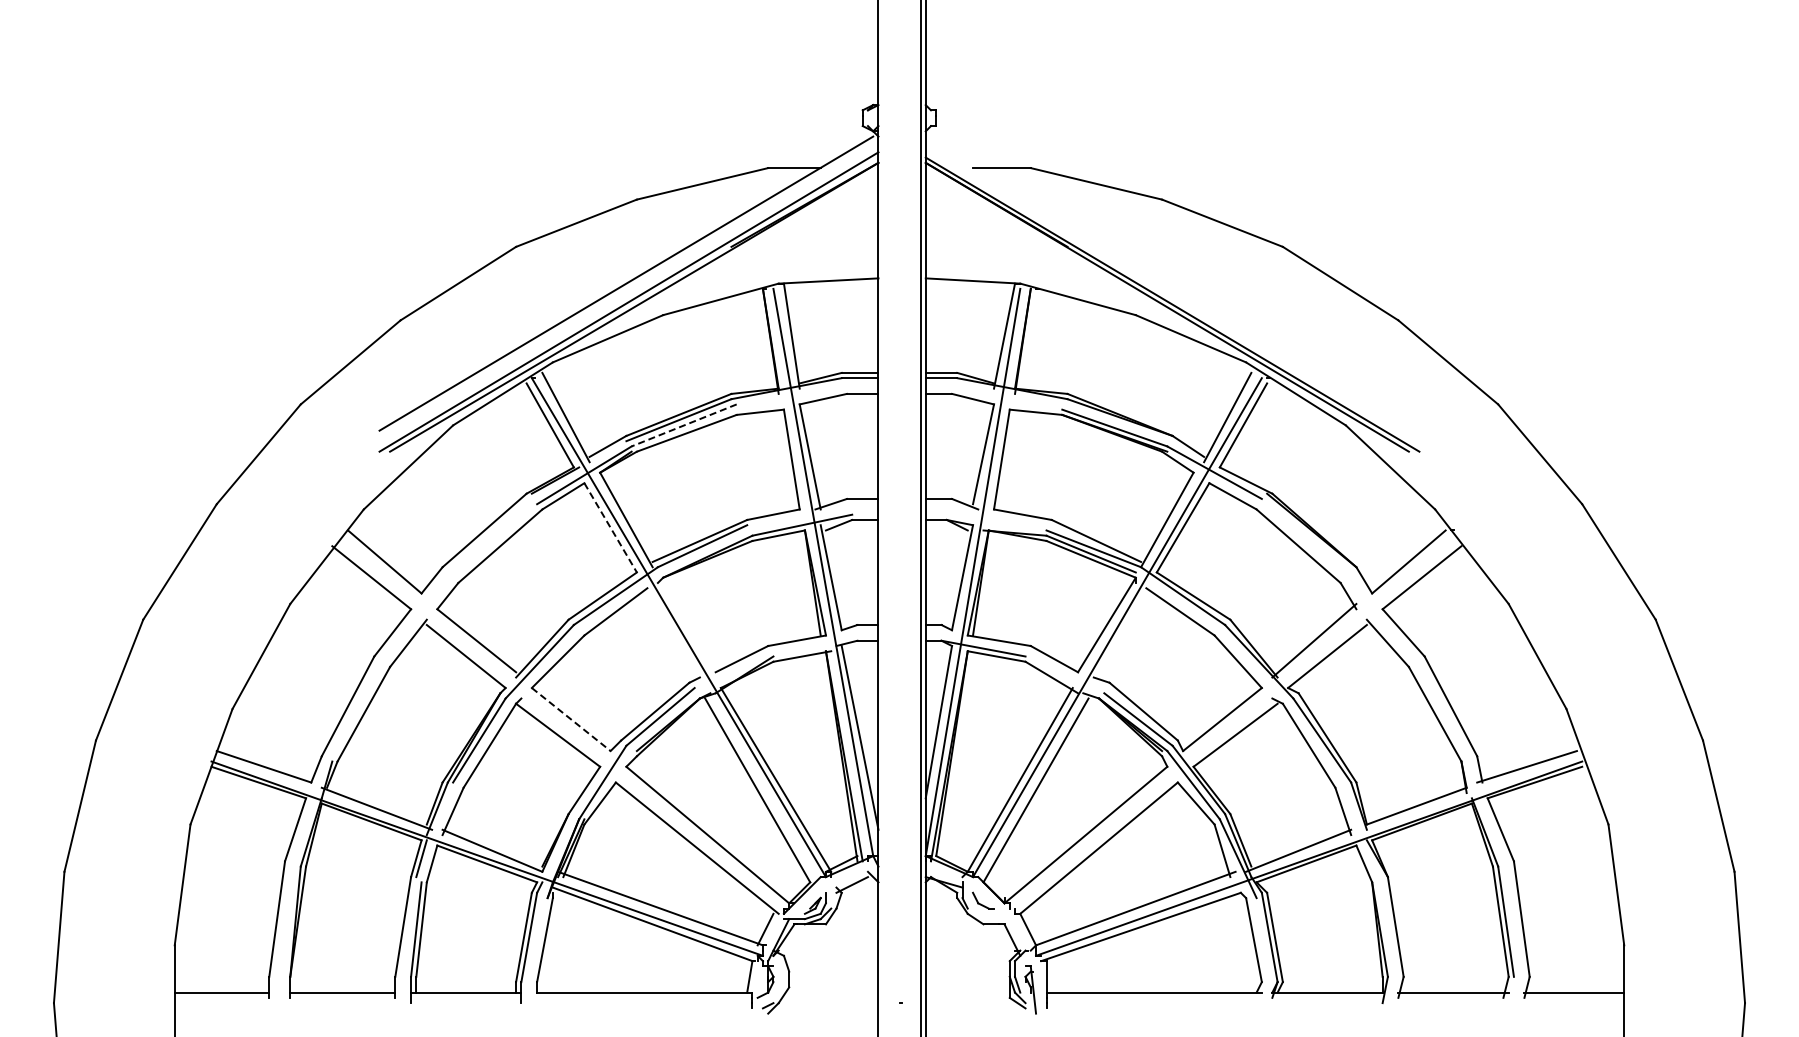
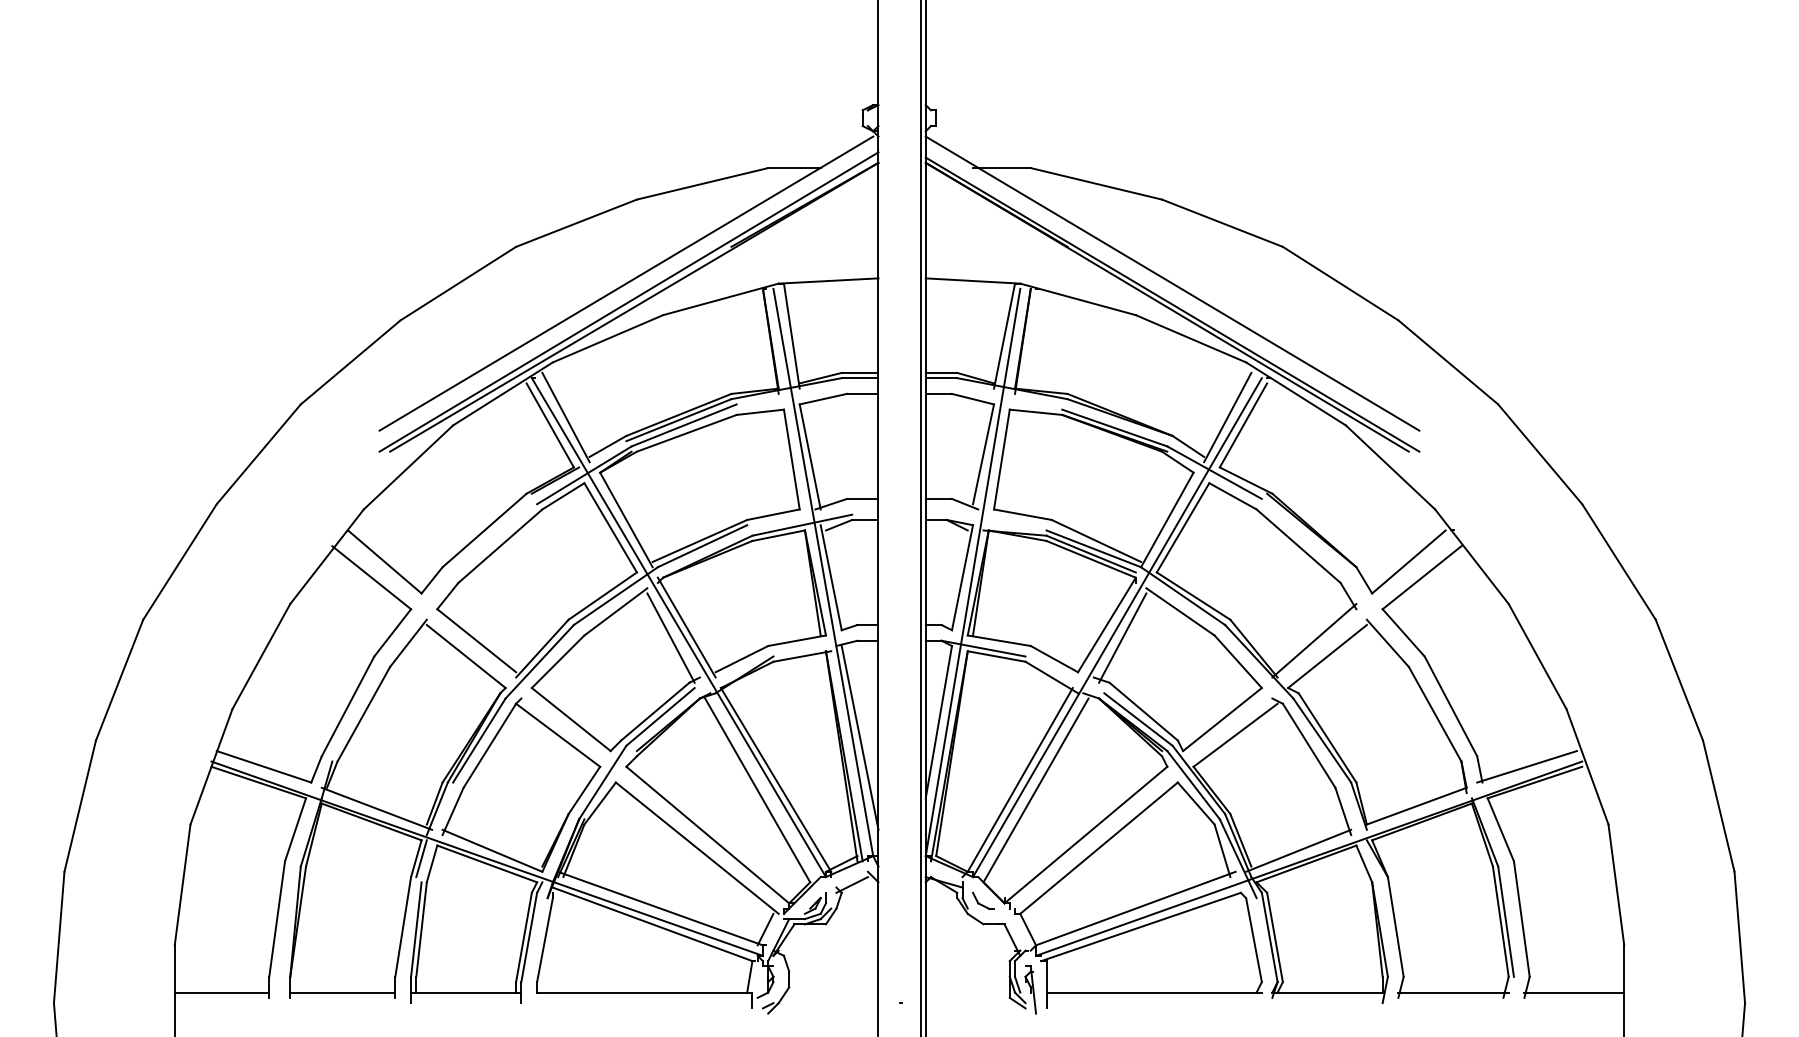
line at (1172, 283): none -> present
line at (684, 425): dashed -> solid
line at (610, 527): dashed -> solid
line at (686, 627): none -> present
line at (670, 637): none -> present
line at (1122, 637): none -> present
line at (571, 719): dashed -> solid
